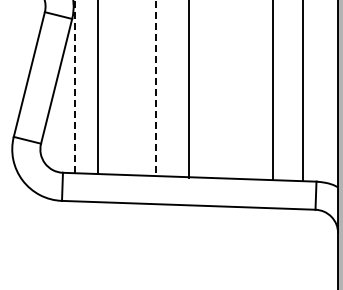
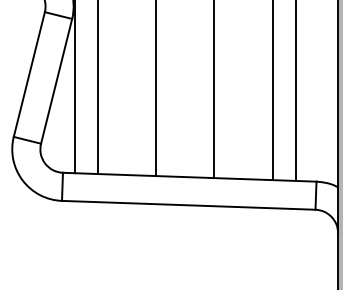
line at (74, 86): dashed -> solid
line at (156, 89): dashed -> solid
line at (189, 90) position: (189, 90) -> (214, 90)
line at (302, 91) position: (302, 91) -> (295, 91)
